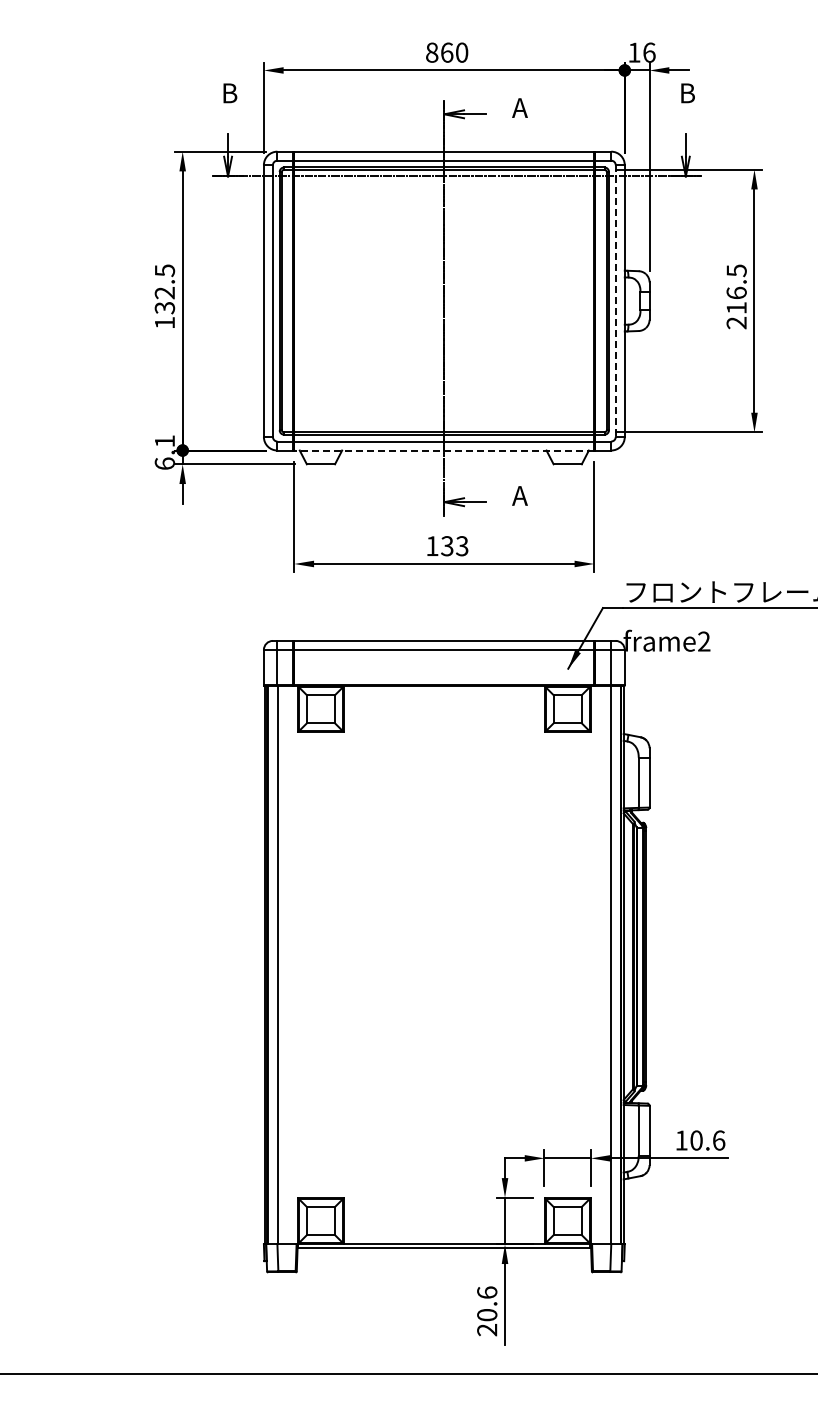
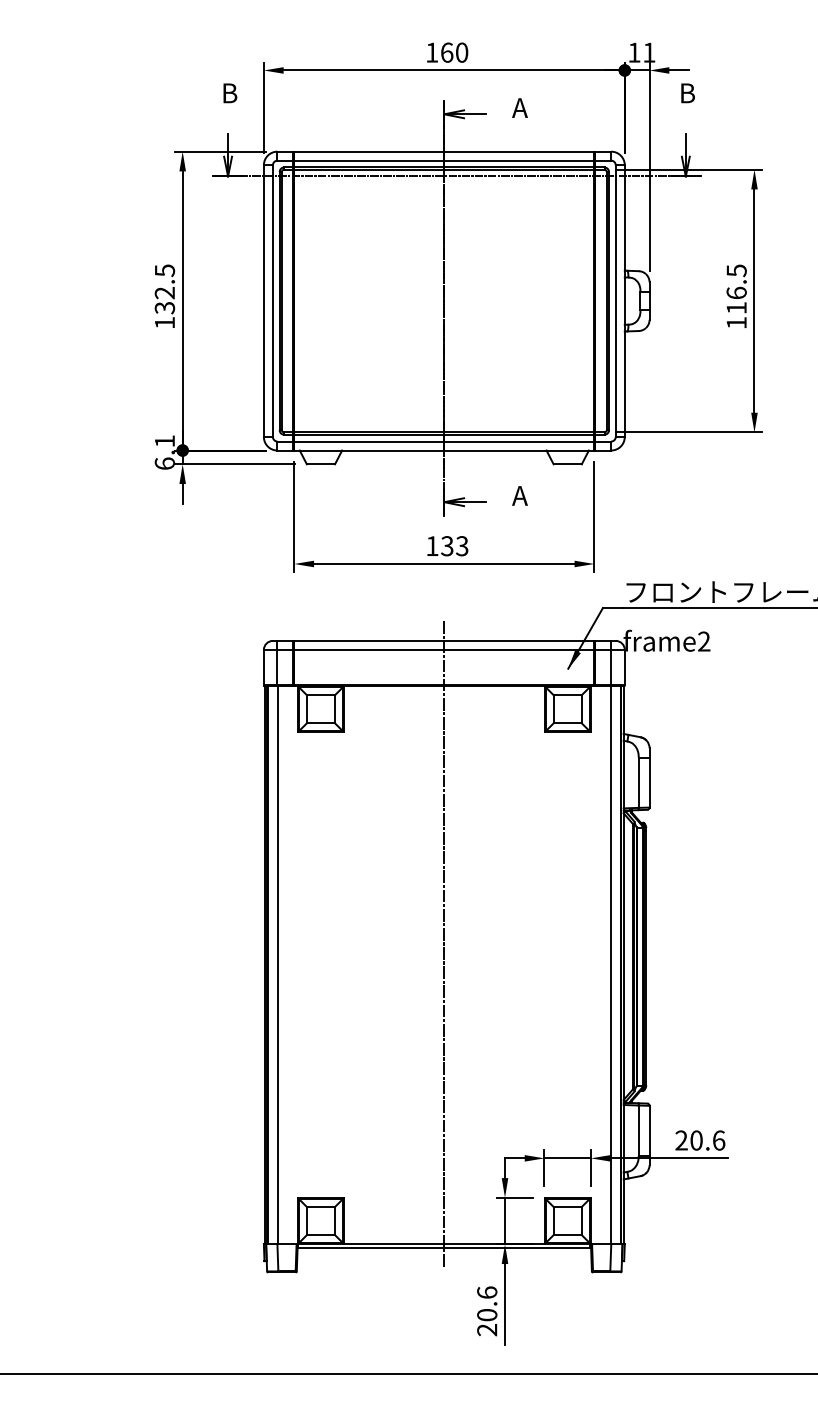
text at (432, 52): 860 -> 160
text at (649, 52): 16 -> 11
line at (615, 301): dashed -> solid
text at (736, 322): 216.5 -> 116.5
line at (444, 450): dashed -> solid
line at (444, 944): none -> present
text at (681, 1140): 10.6 -> 20.6
